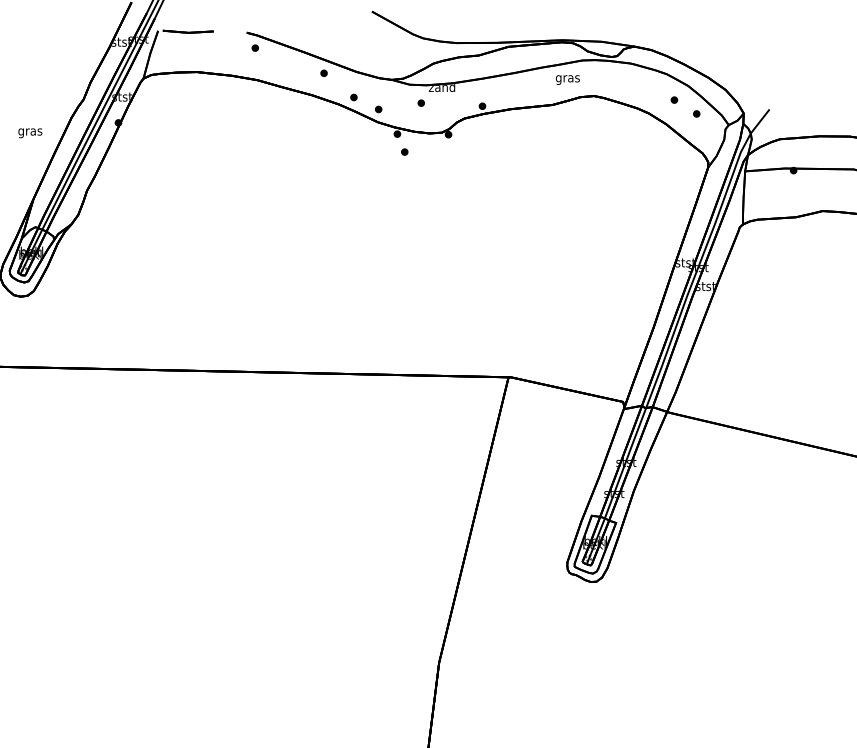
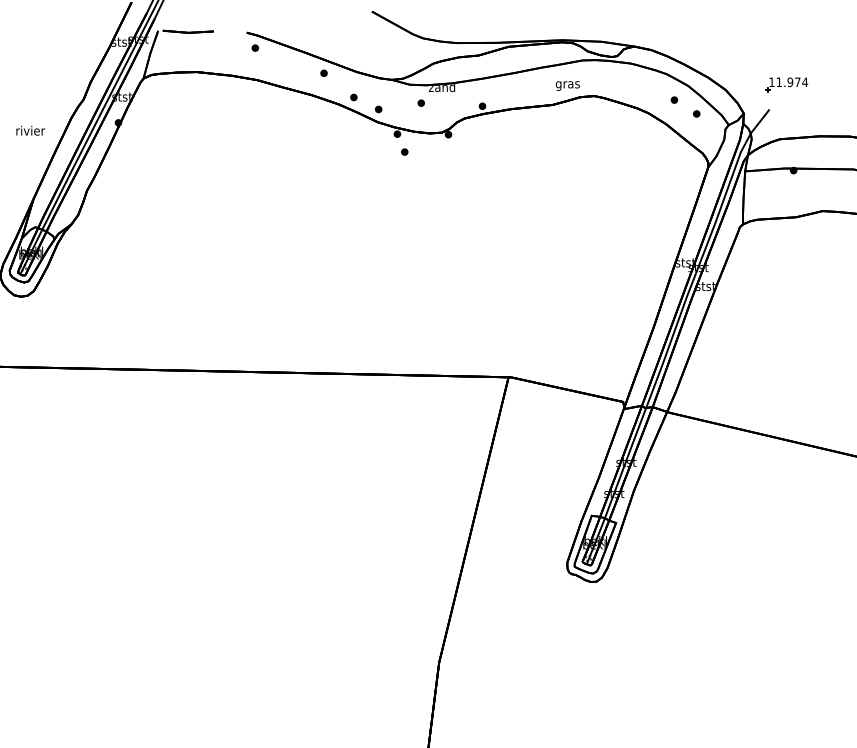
text at (567, 79) position: (567, 79) -> (567, 85)
part at (786, 84): none -> present
text at (30, 131): gras -> rivier
